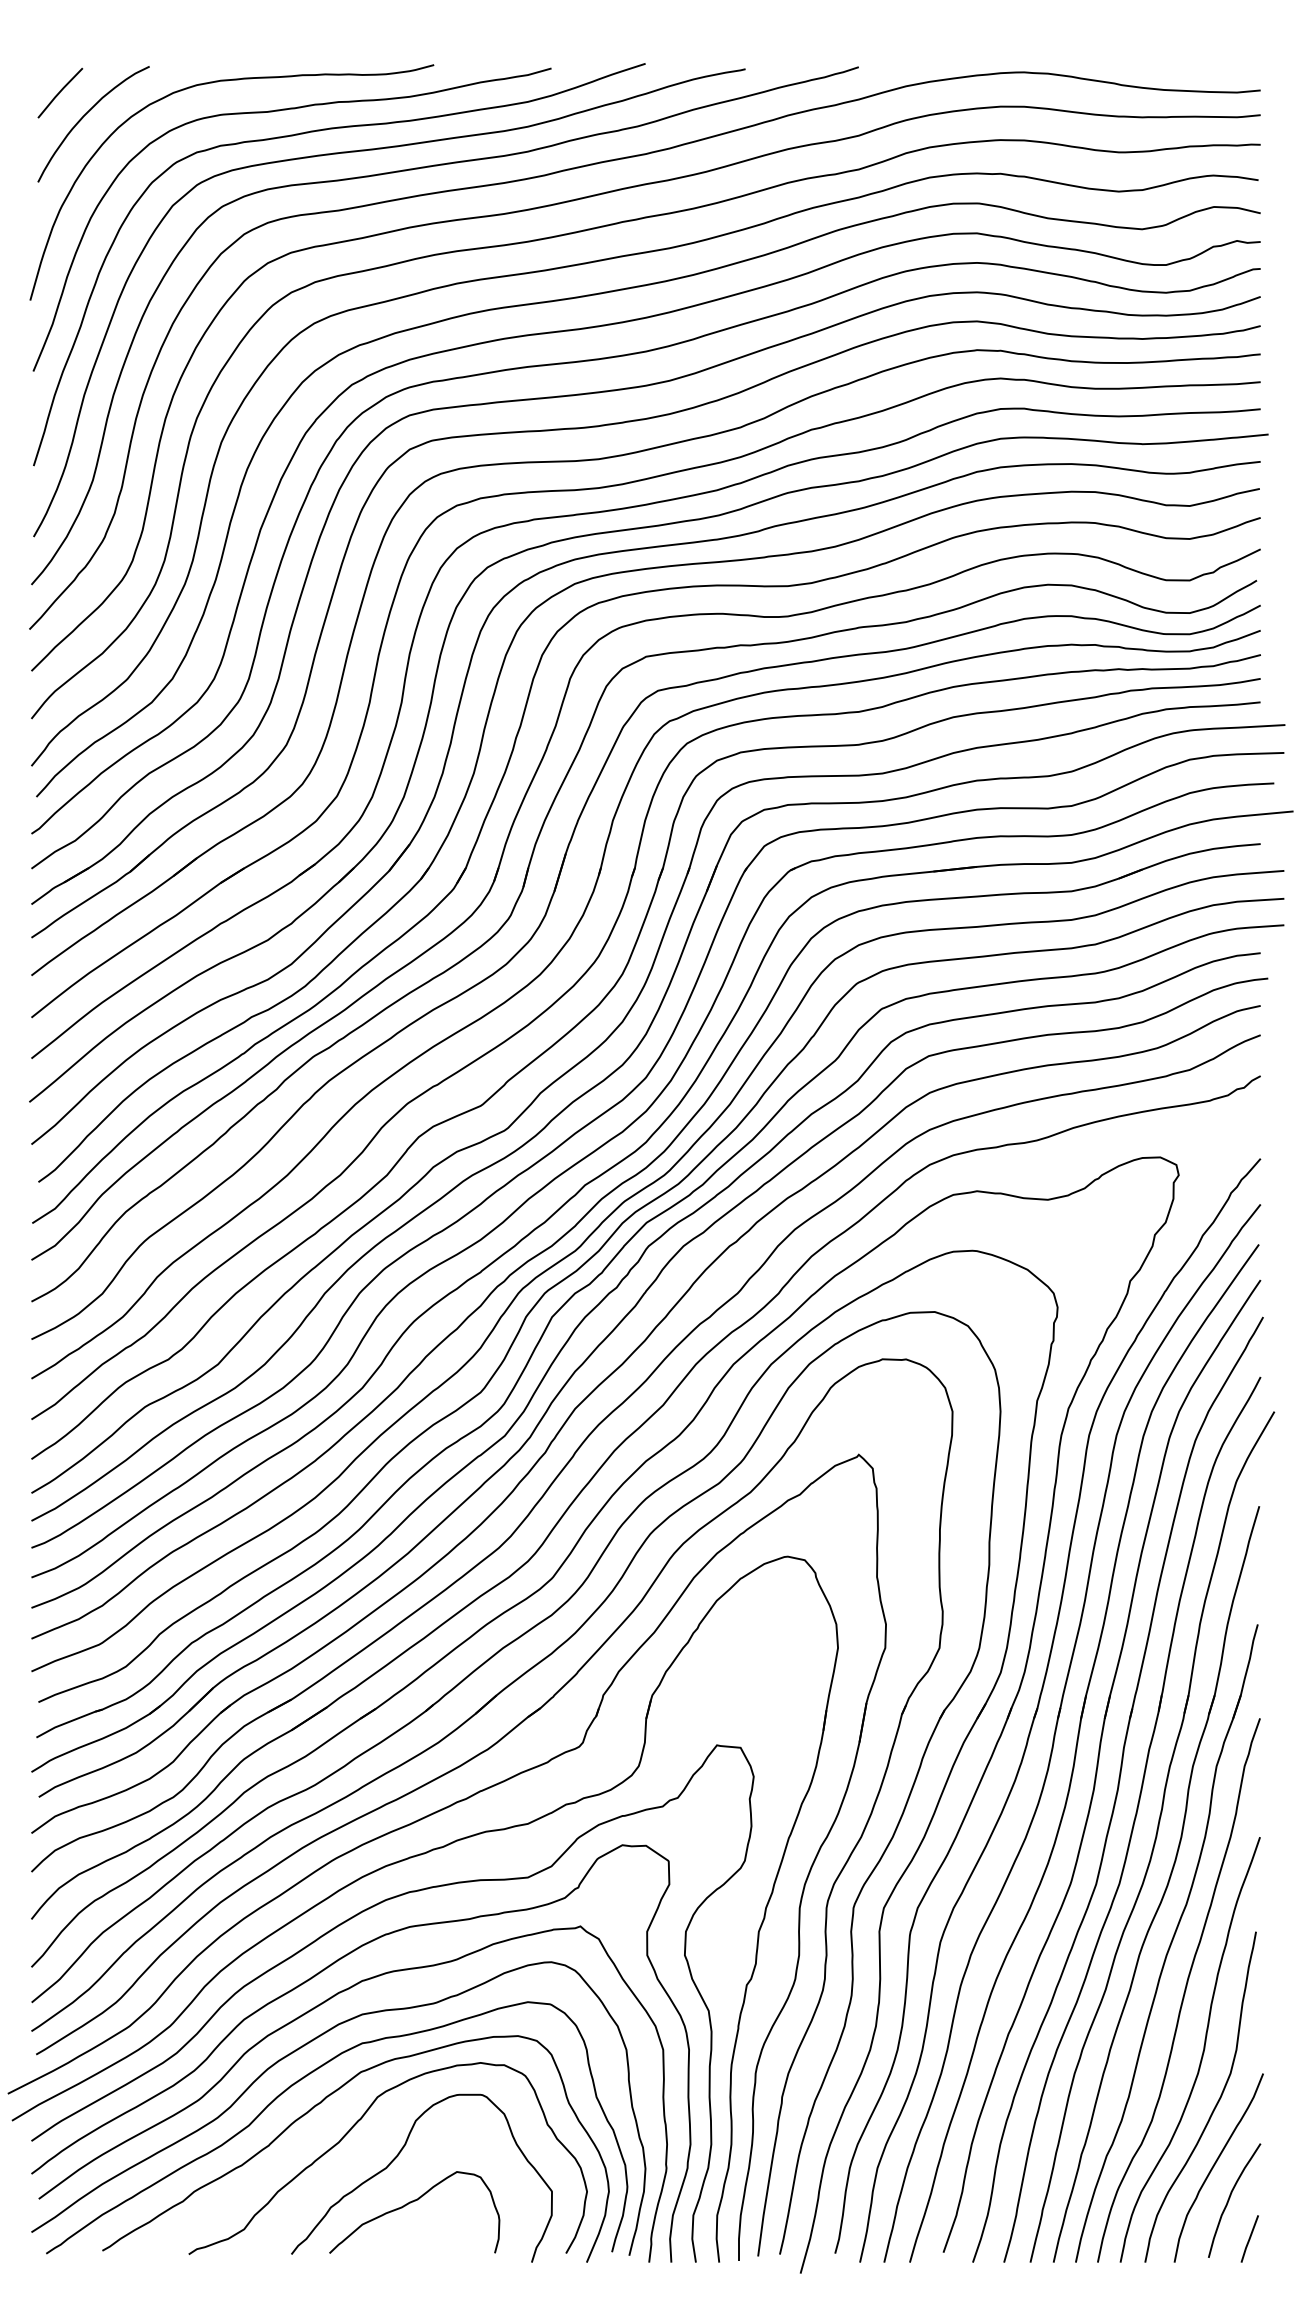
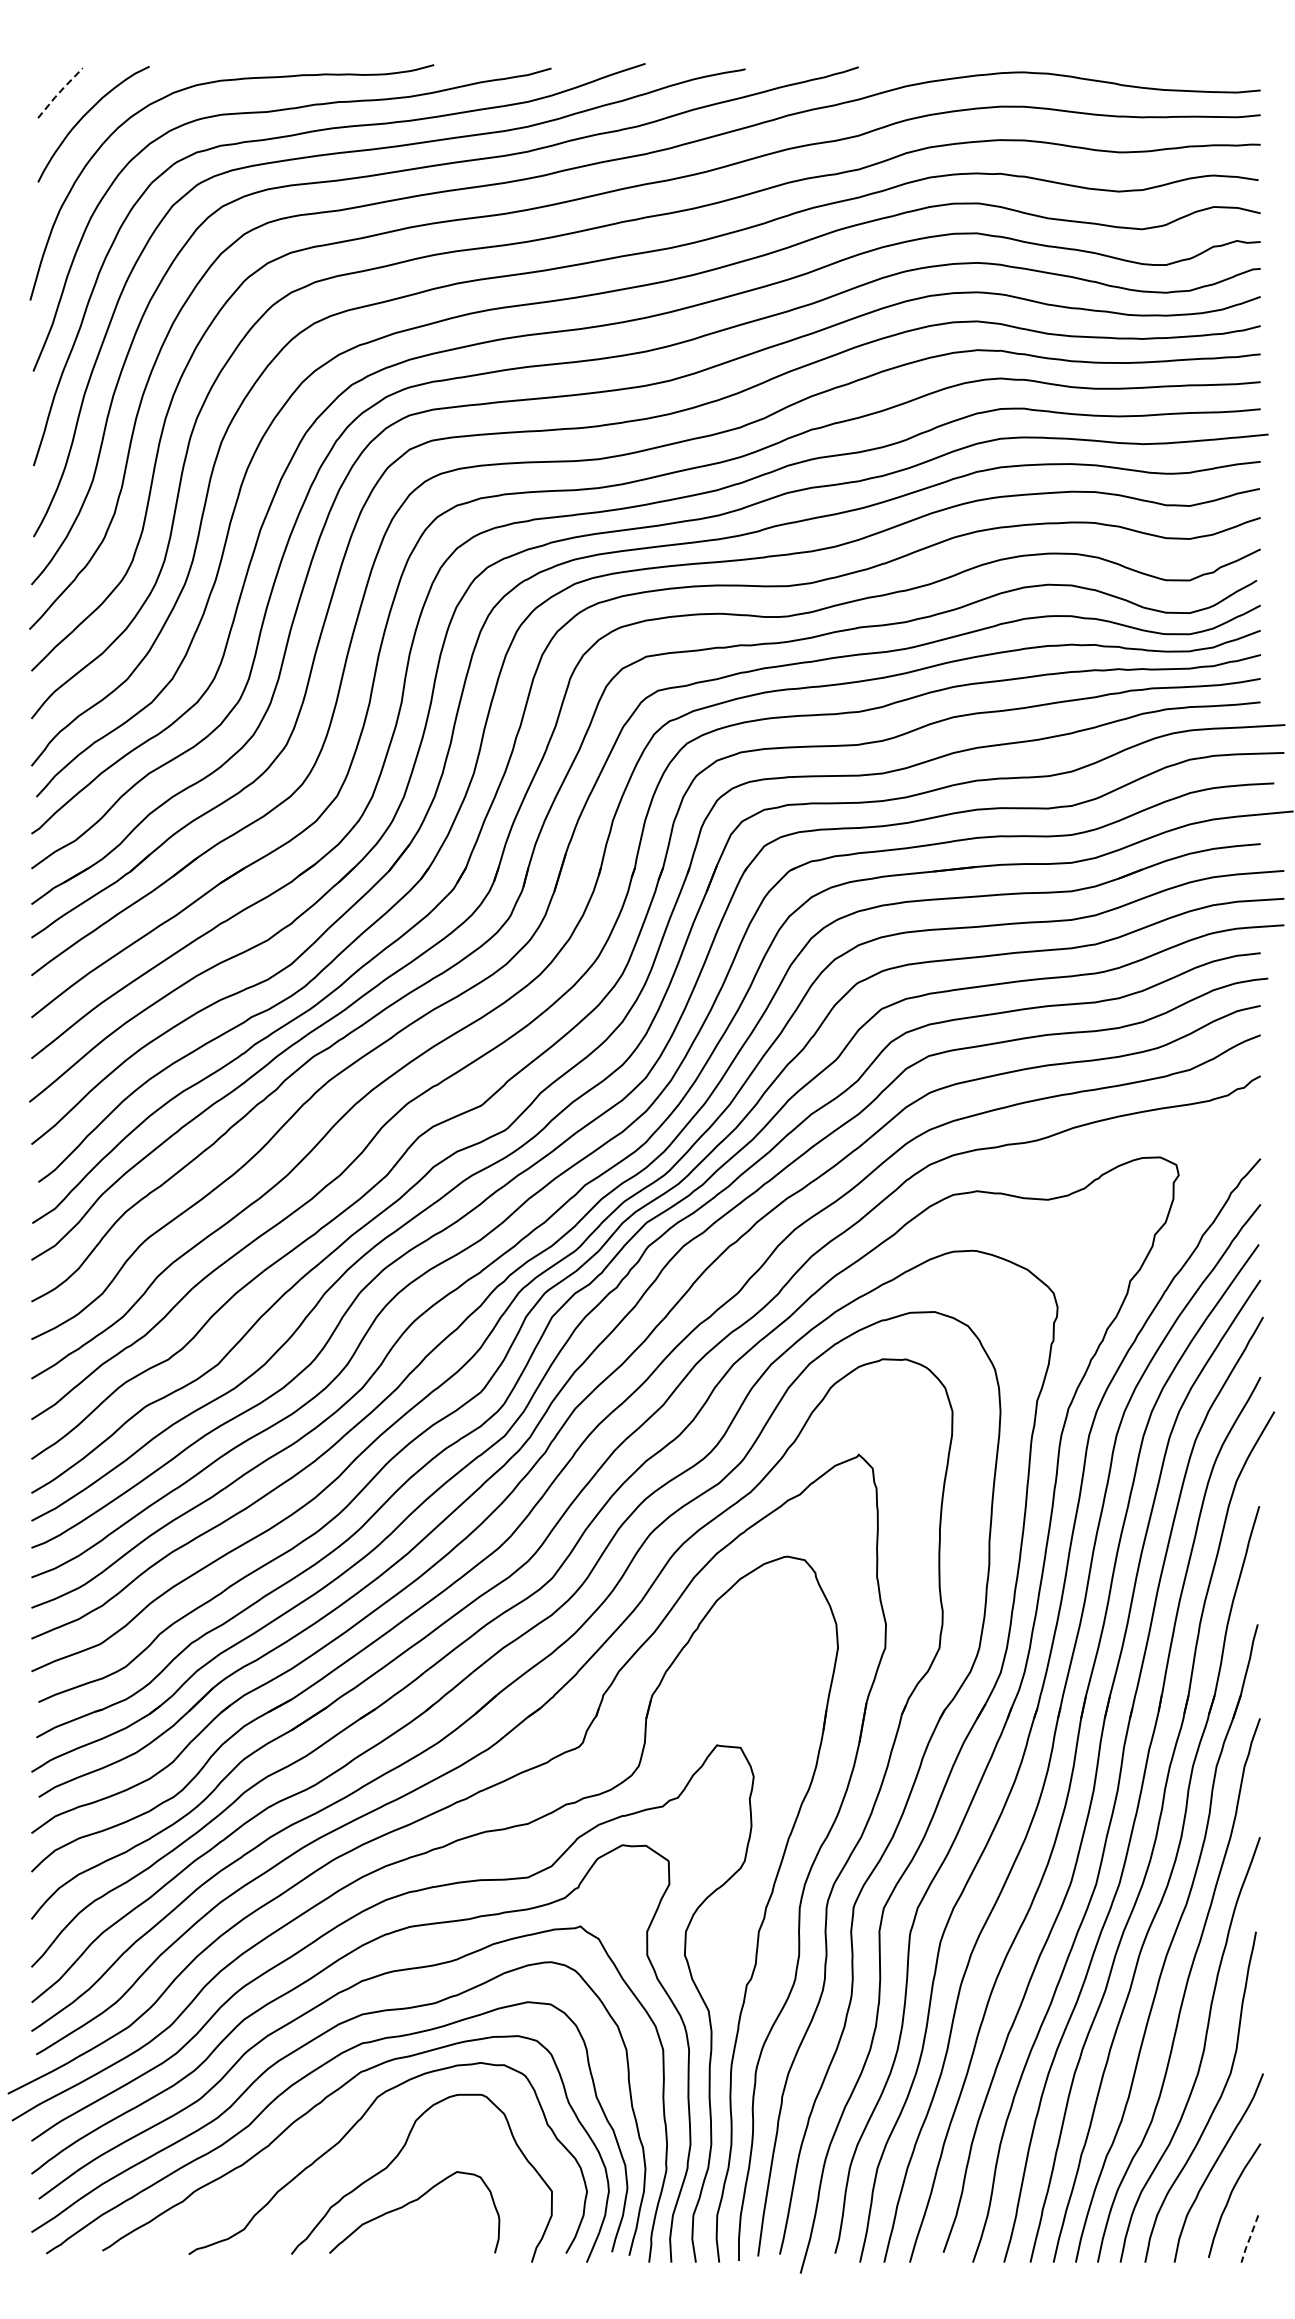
line at (59, 92): solid -> dashed
line at (1249, 2239): solid -> dashed
